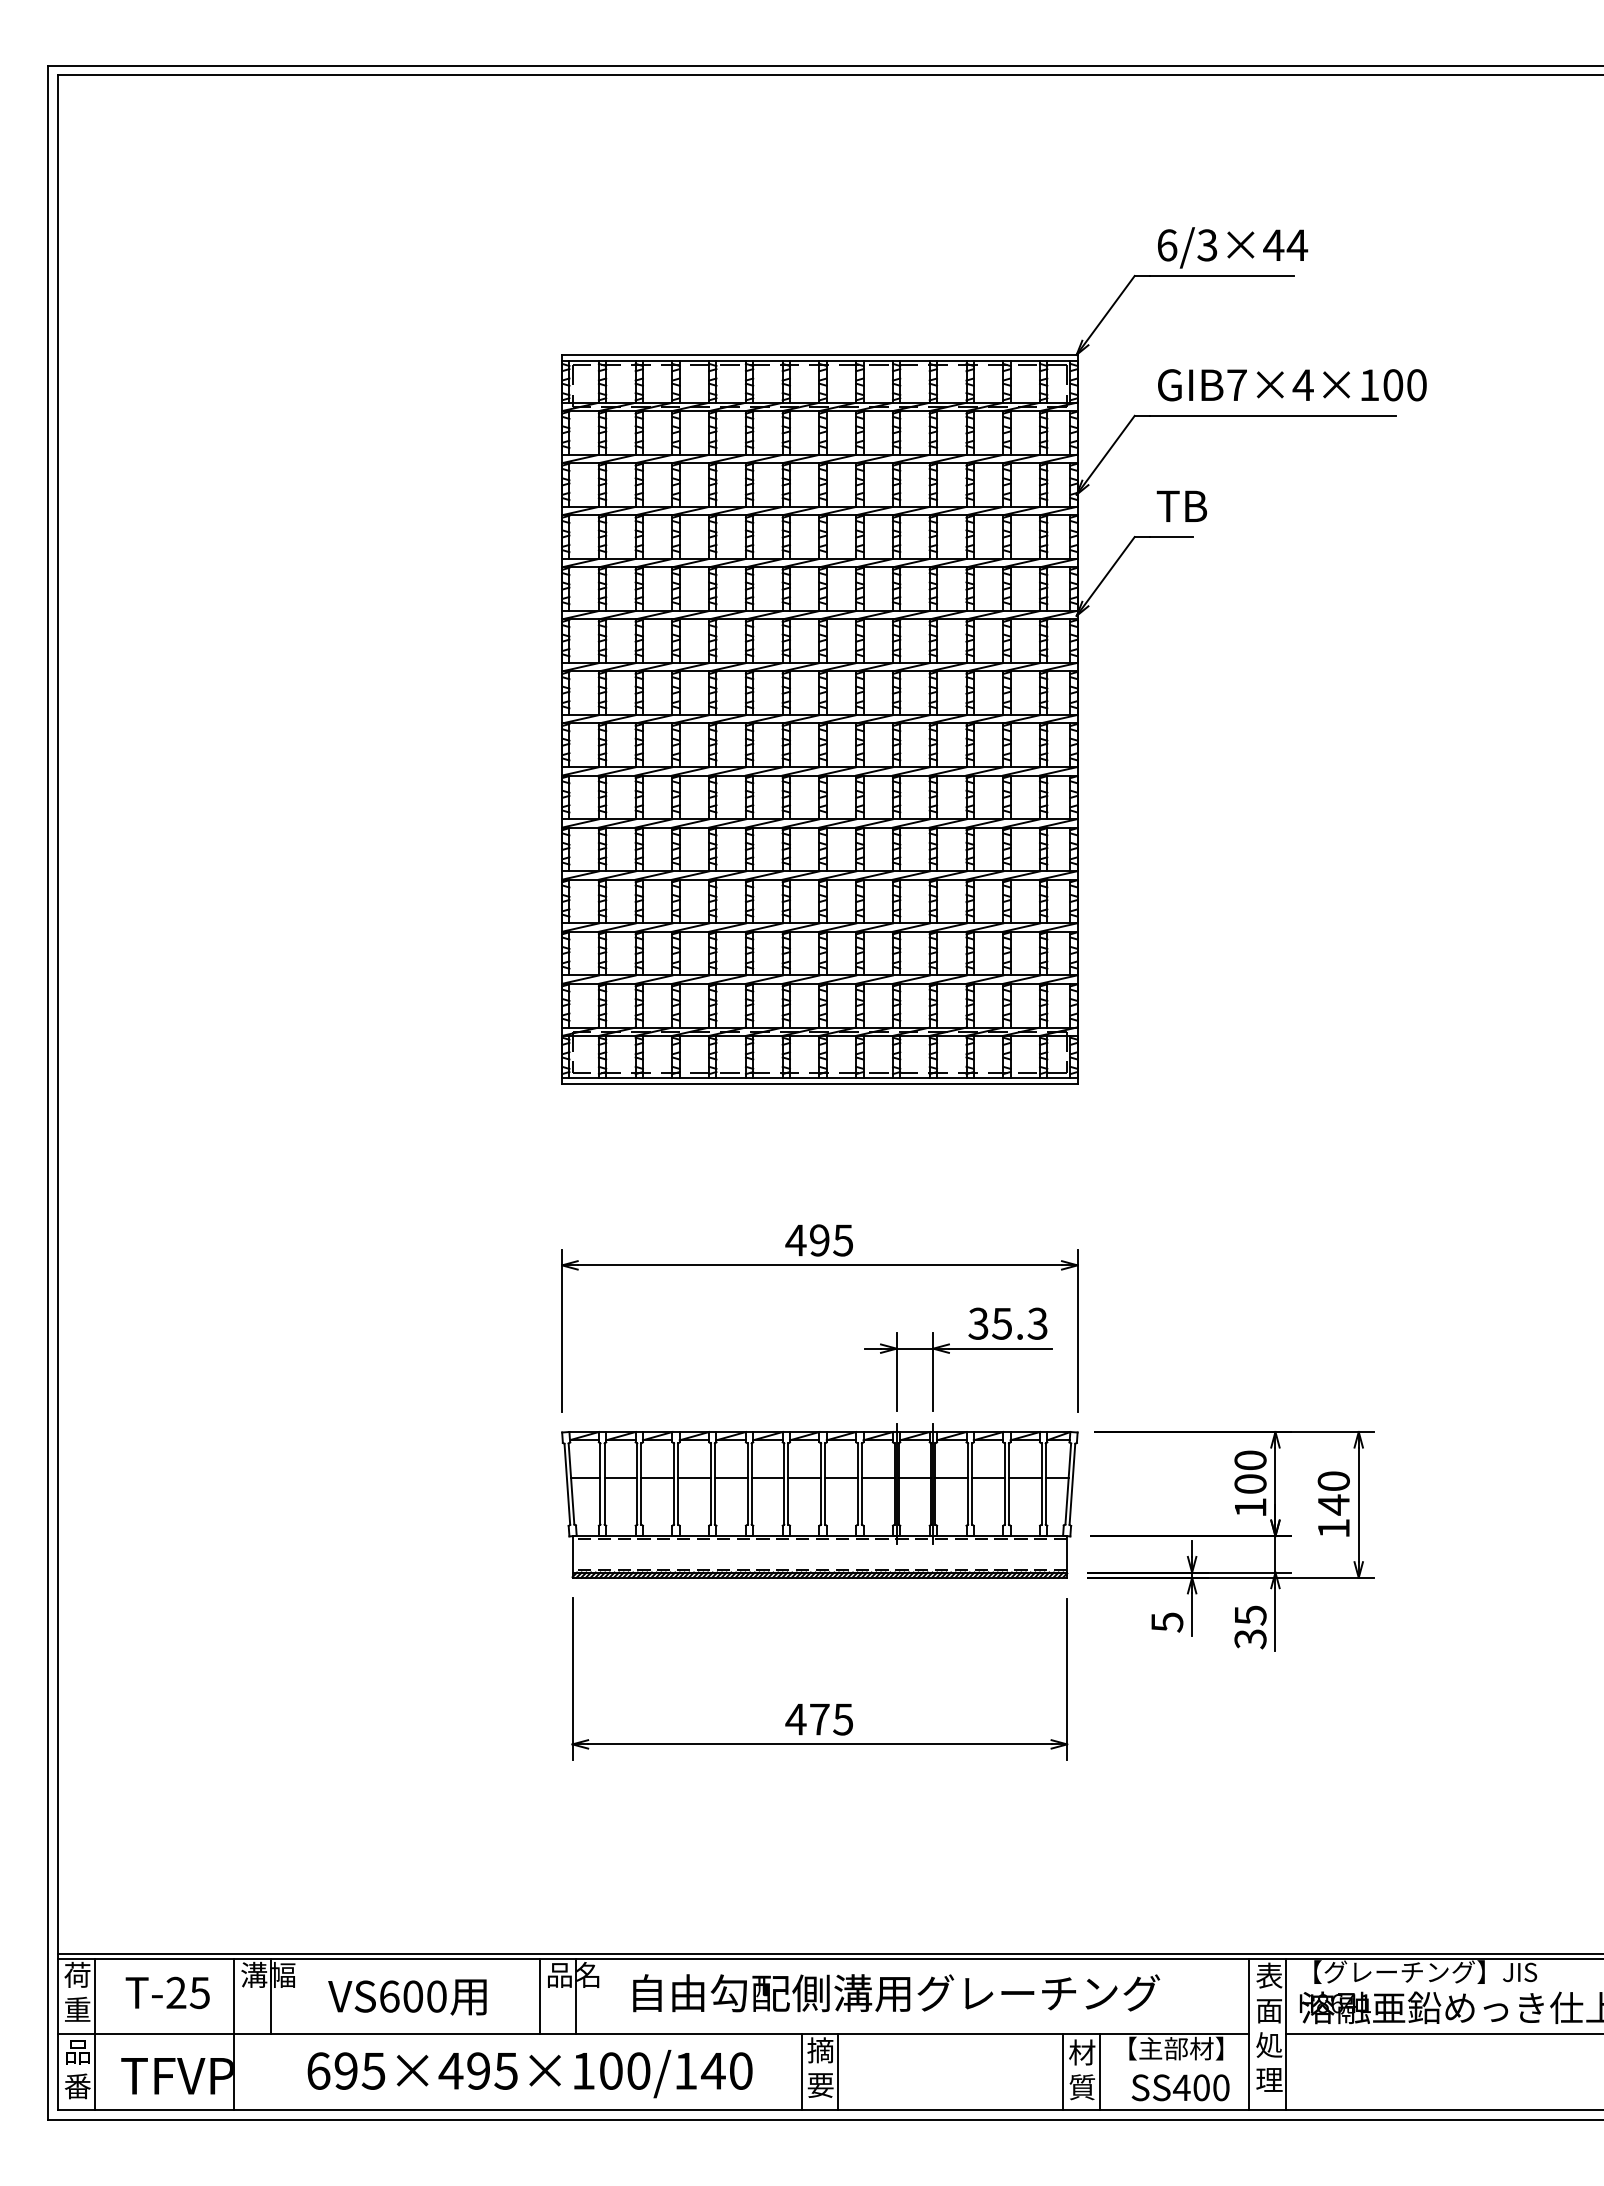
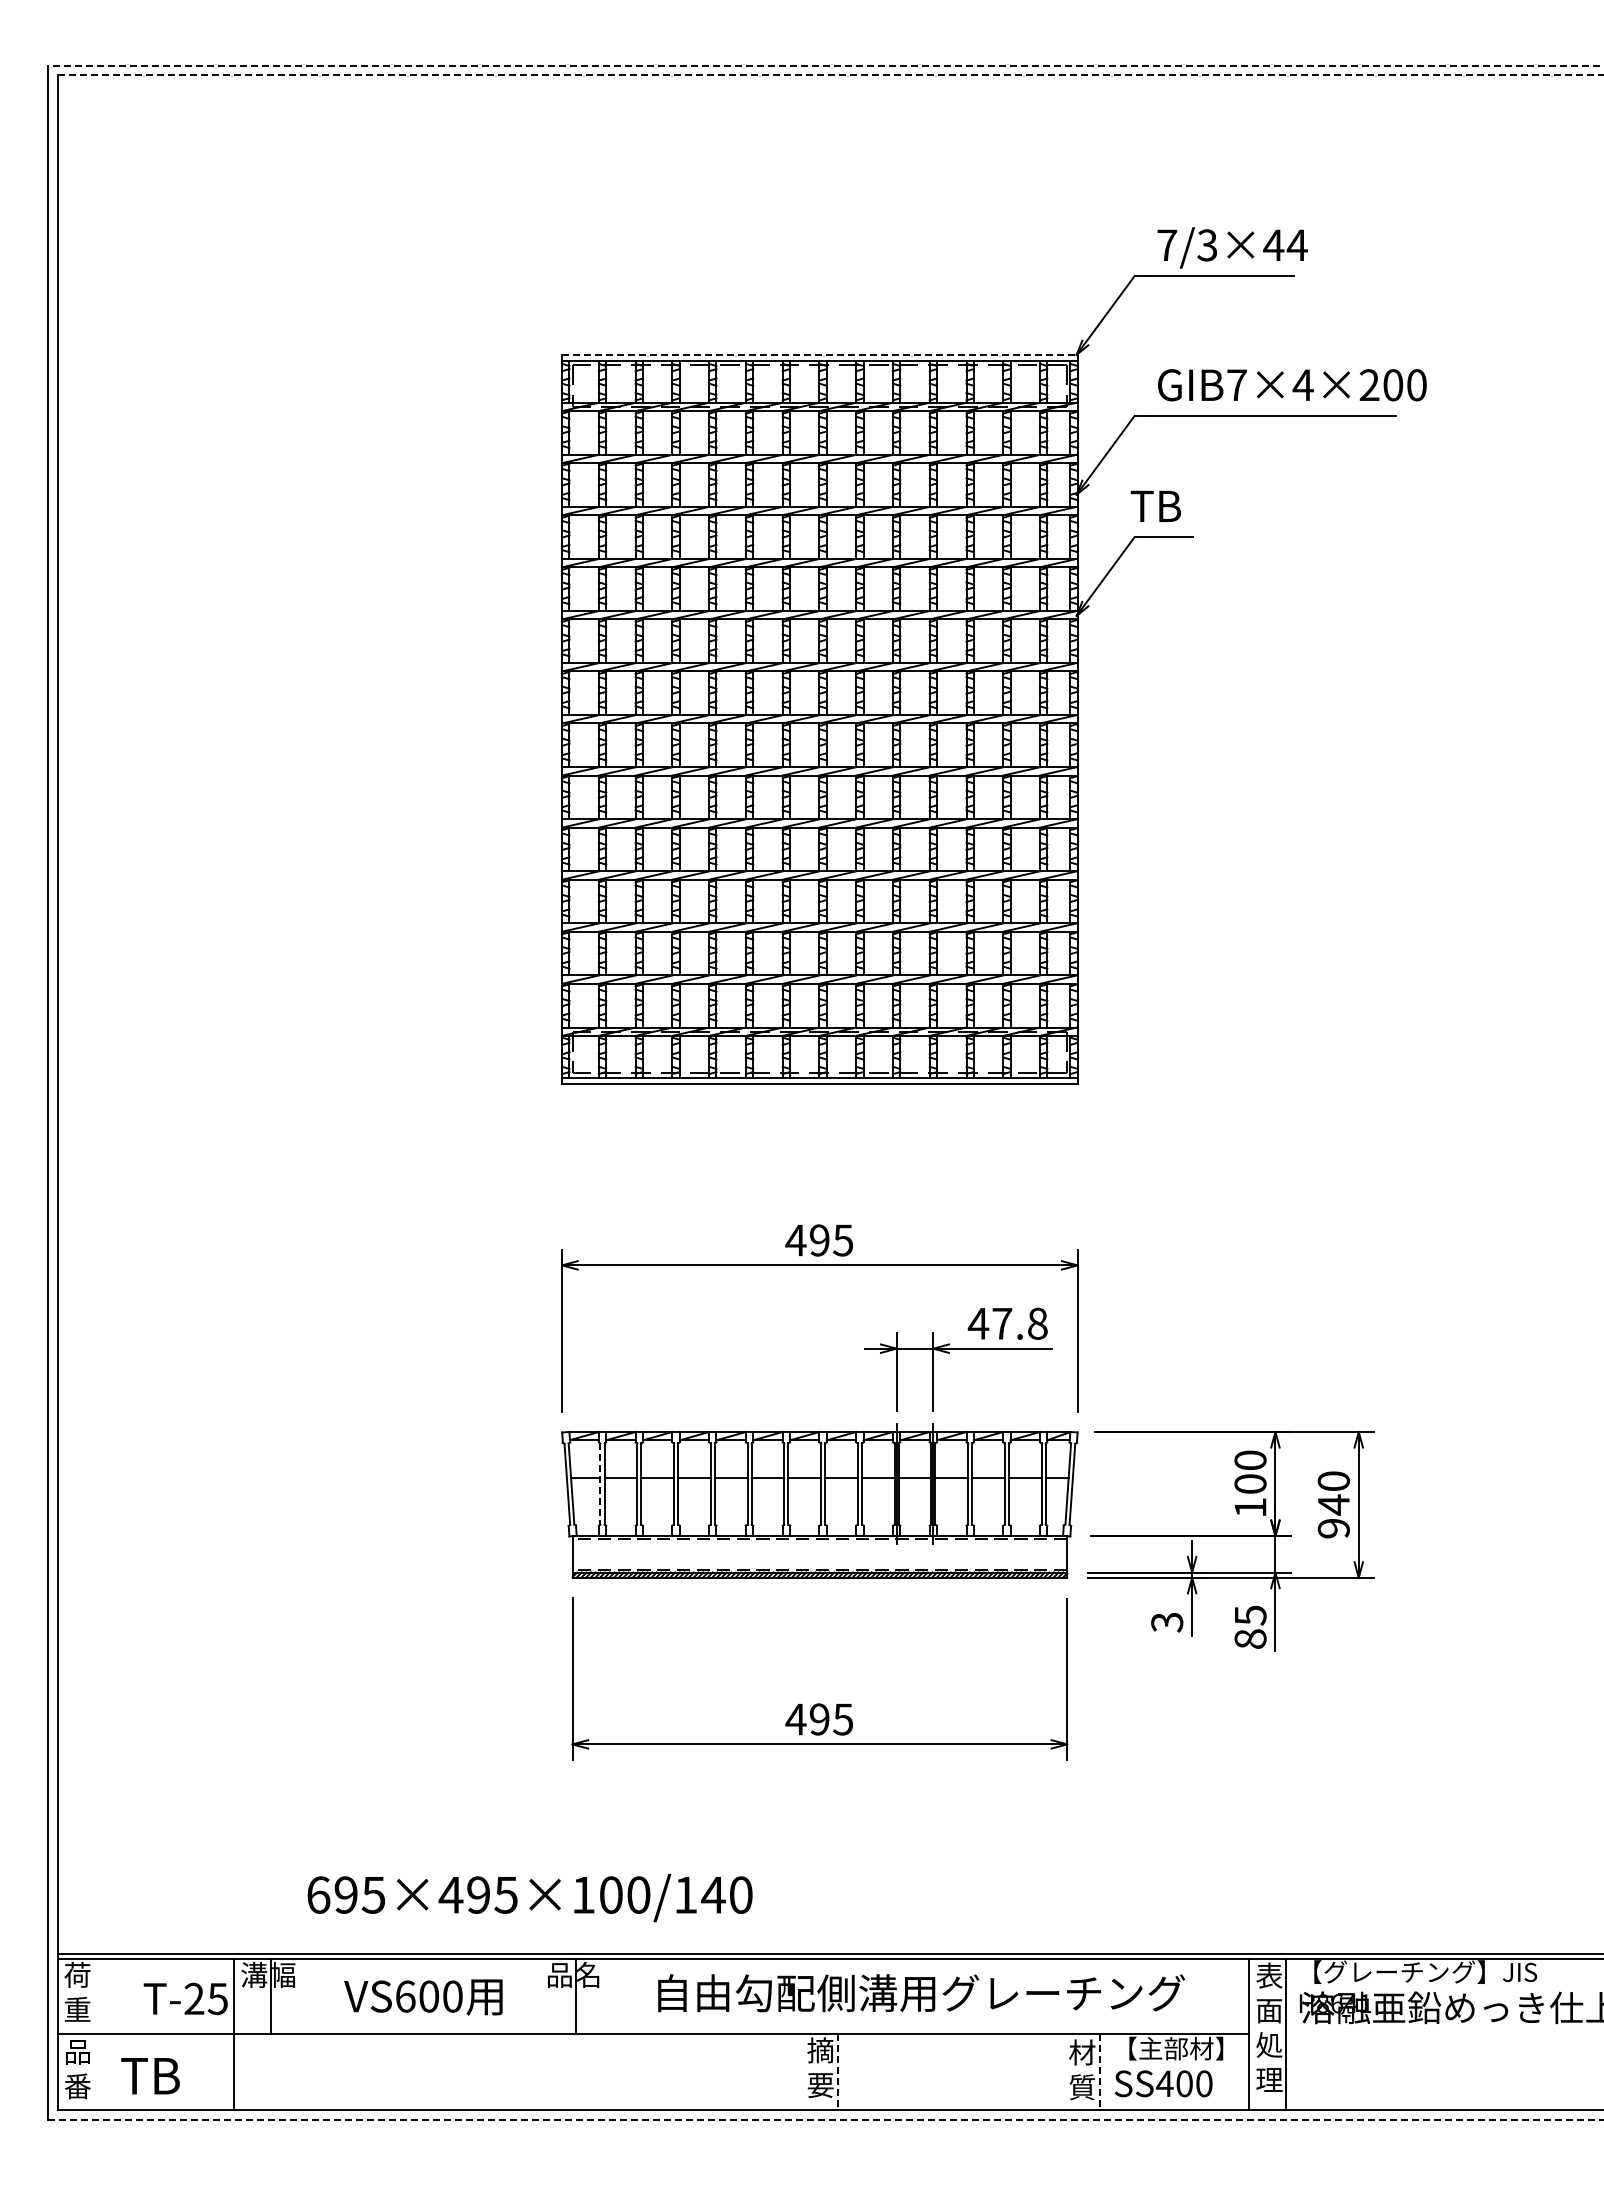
line at (825, 65): solid -> dashed
line at (831, 75): solid -> dashed
text at (1167, 245): 6/3×44 -> 7/3×44
line at (819, 354): solid -> dashed
text at (1369, 384): GIB7×4×100 -> GIB7×4×200
text at (1181, 505) position: (1181, 505) -> (1155, 505)
text at (1007, 1323): 35.3 -> 47.8
line at (600, 1484): solid -> dashed
text at (1333, 1528): 140 -> 940
text at (1166, 1622): 5 -> 3
text at (1250, 1639): 35 -> 85
text at (819, 1719): 475 -> 495
text at (167, 1992) position: (167, 1992) -> (185, 1998)
text at (896, 1993) position: (896, 1993) -> (921, 1993)
line at (540, 1996): present -> none
text at (407, 1997) position: (407, 1997) -> (423, 1997)
line at (94, 2034): present -> none
line at (1442, 2034): present -> none
line at (801, 2072): present -> none
line at (838, 2072): solid -> dashed
line at (1063, 2072): present -> none
line at (1099, 2072): solid -> dashed
text at (529, 2074) position: (529, 2074) -> (529, 1898)
text at (195, 2076): TFVP -> TB
text at (1180, 2087) position: (1180, 2087) -> (1163, 2083)
line at (825, 2120): solid -> dashed
